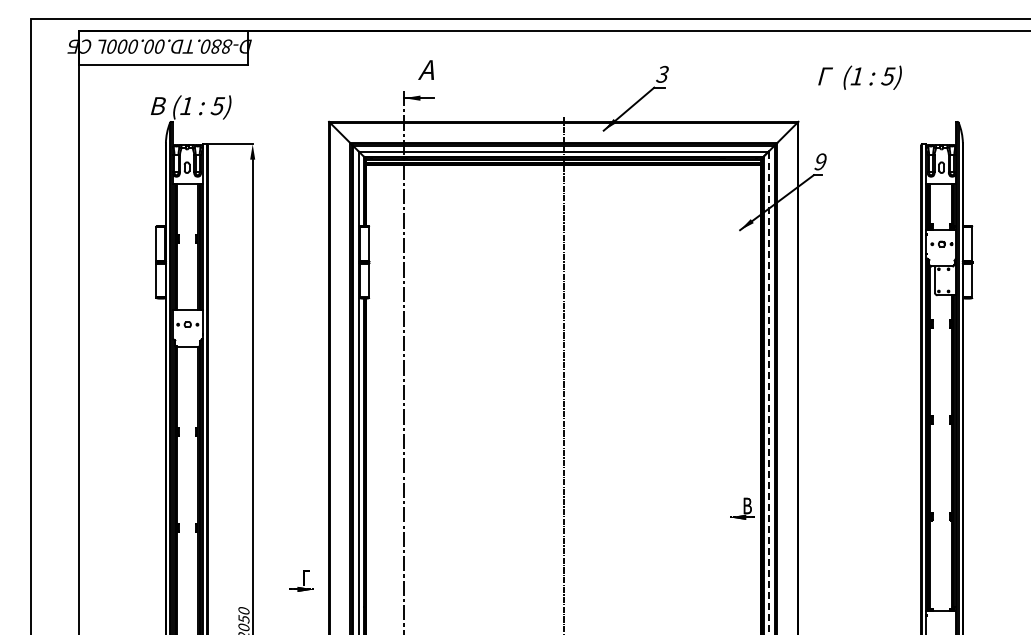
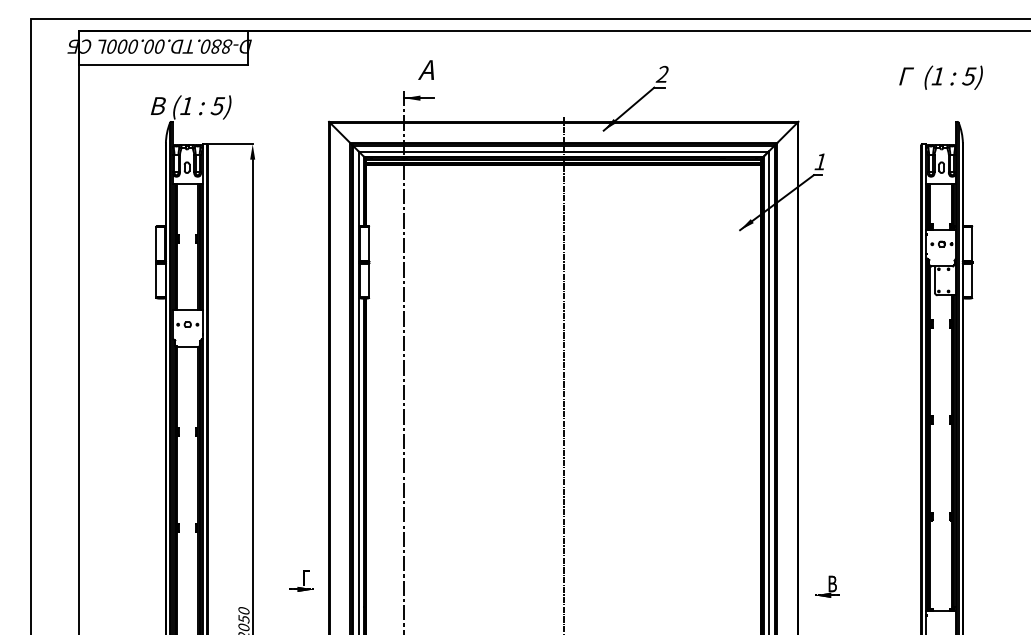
text at (661, 74): 3 -> 2
text at (859, 77) position: (859, 77) -> (940, 77)
text at (820, 161): 9 -> 1
line at (768, 393): dashed -> solid
part at (742, 508) position: (742, 508) -> (827, 586)
